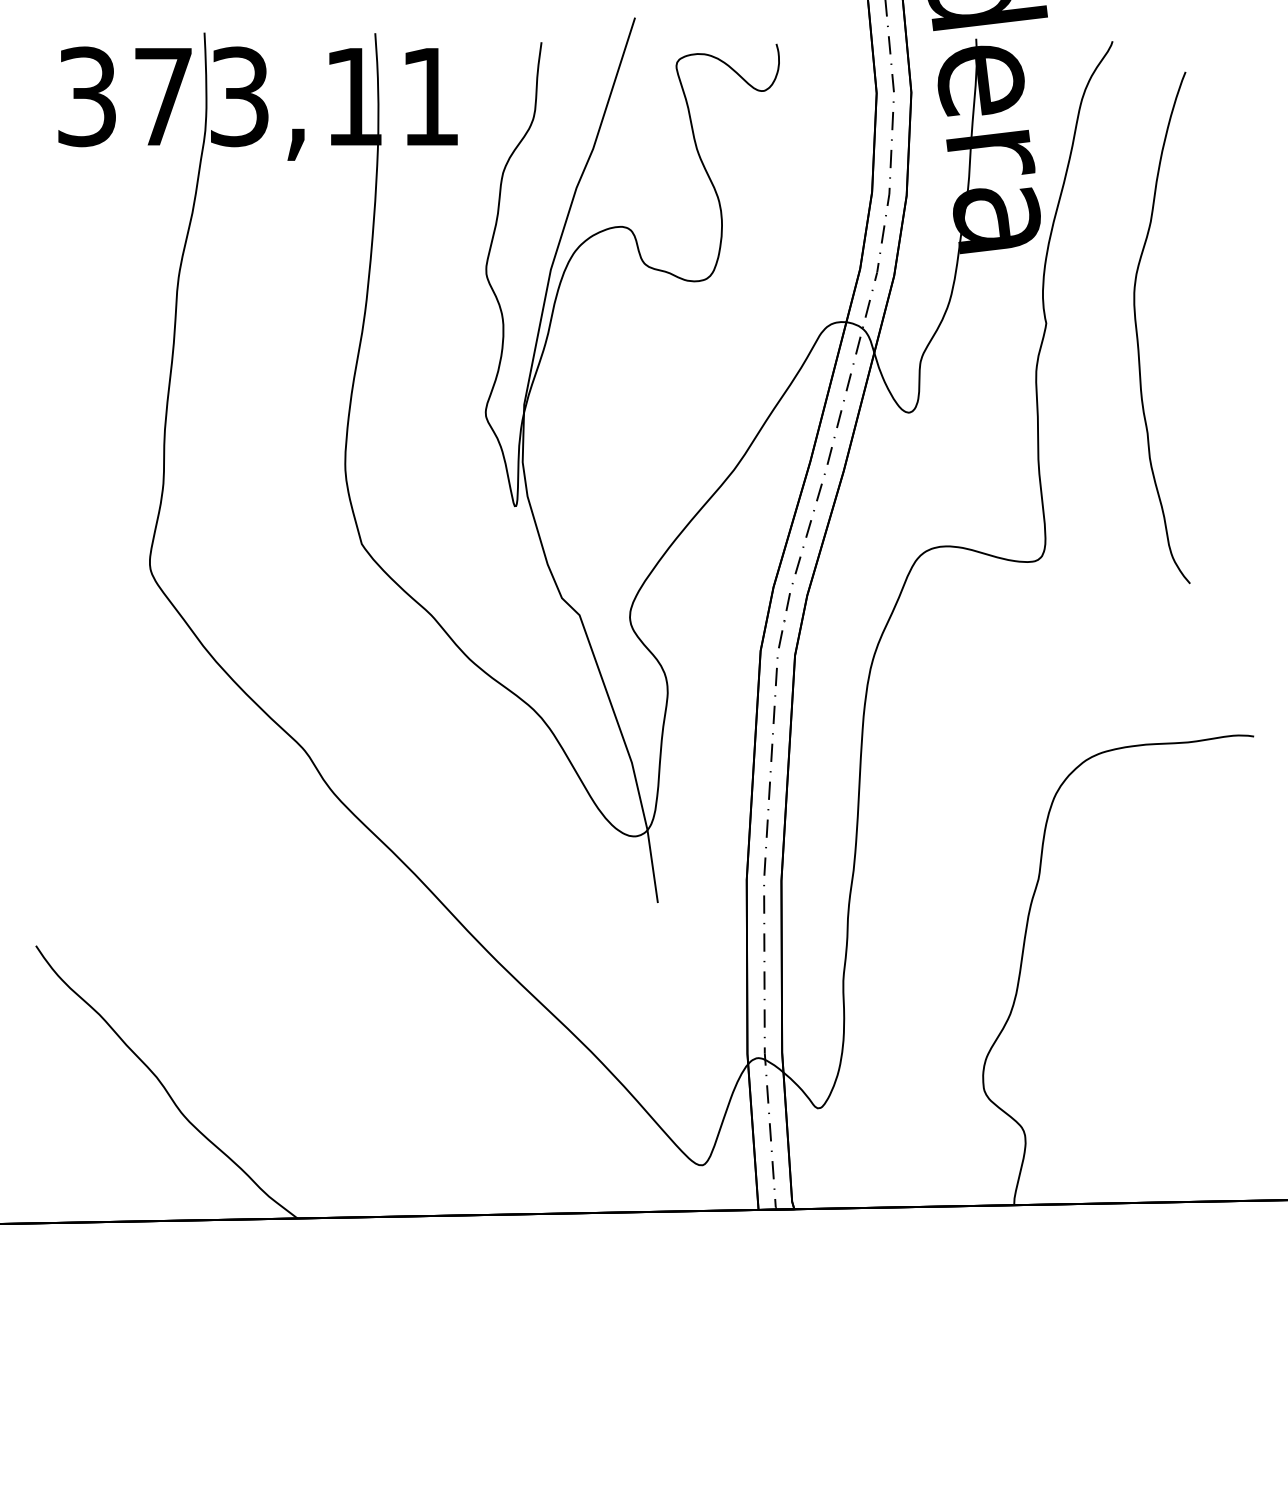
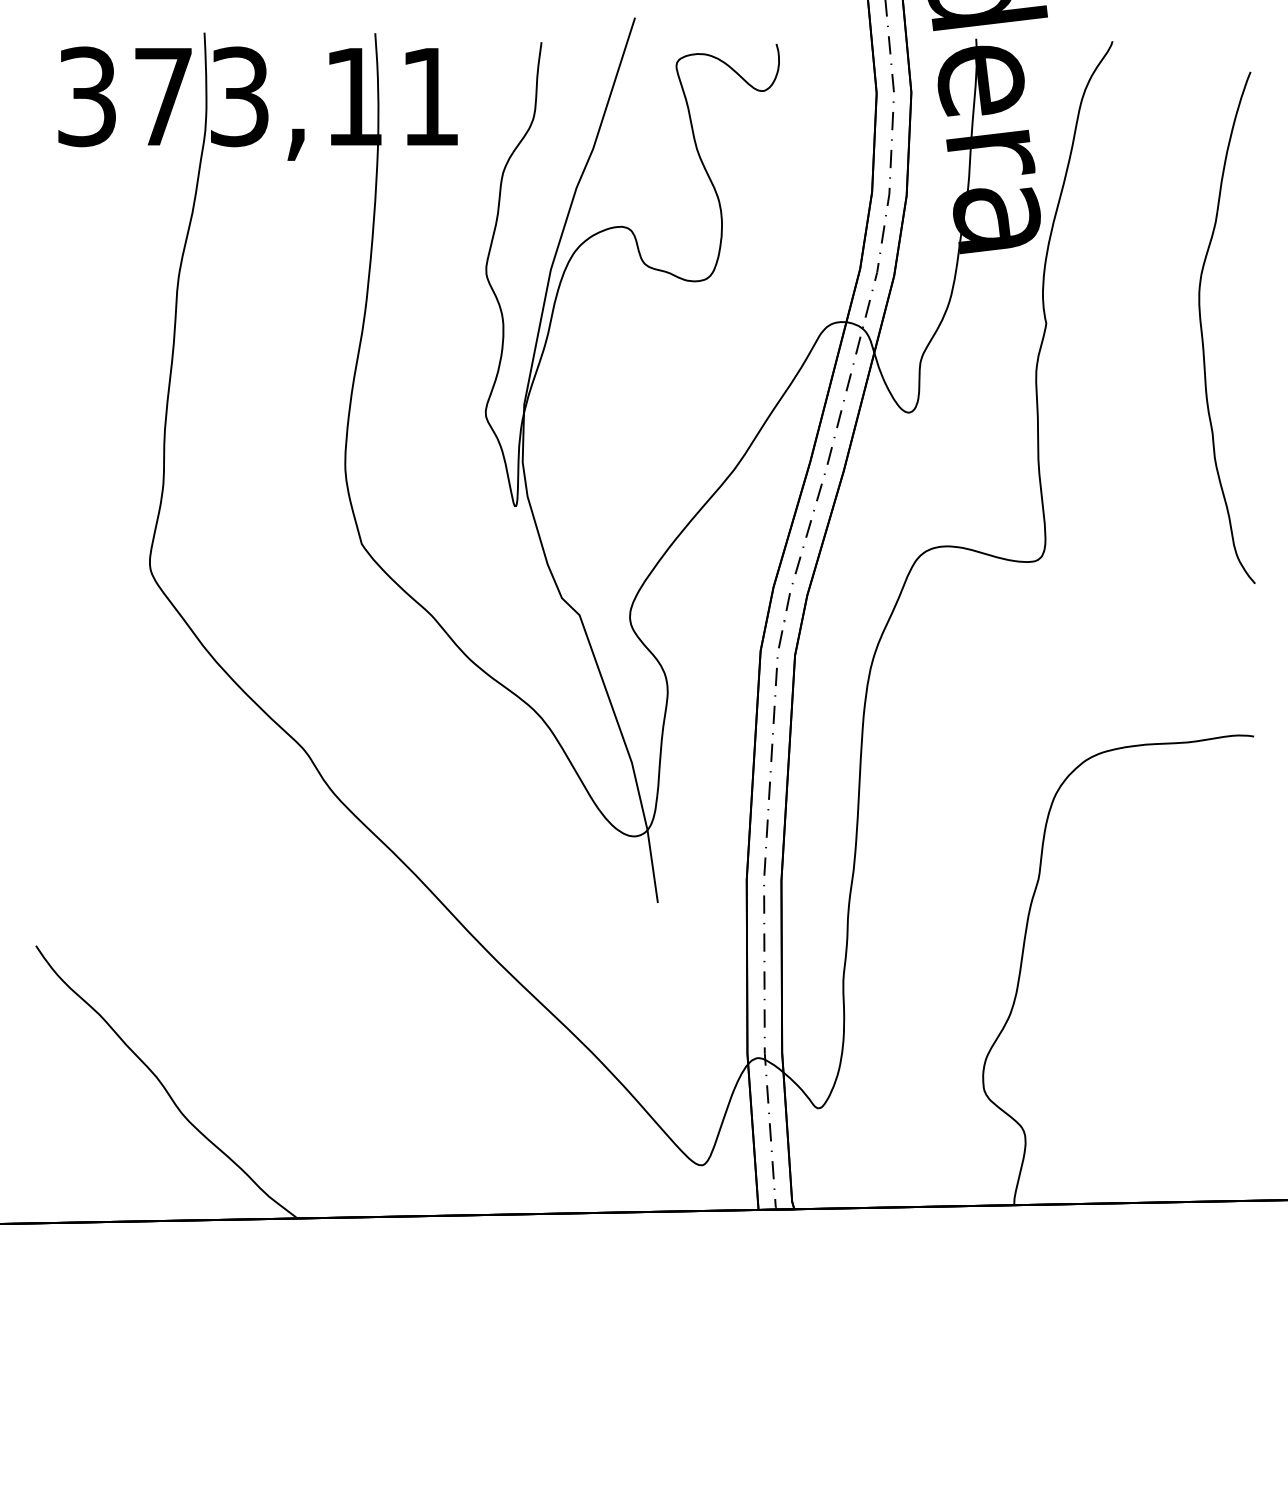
curve at (1137, 327) position: (1137, 327) -> (1202, 327)
